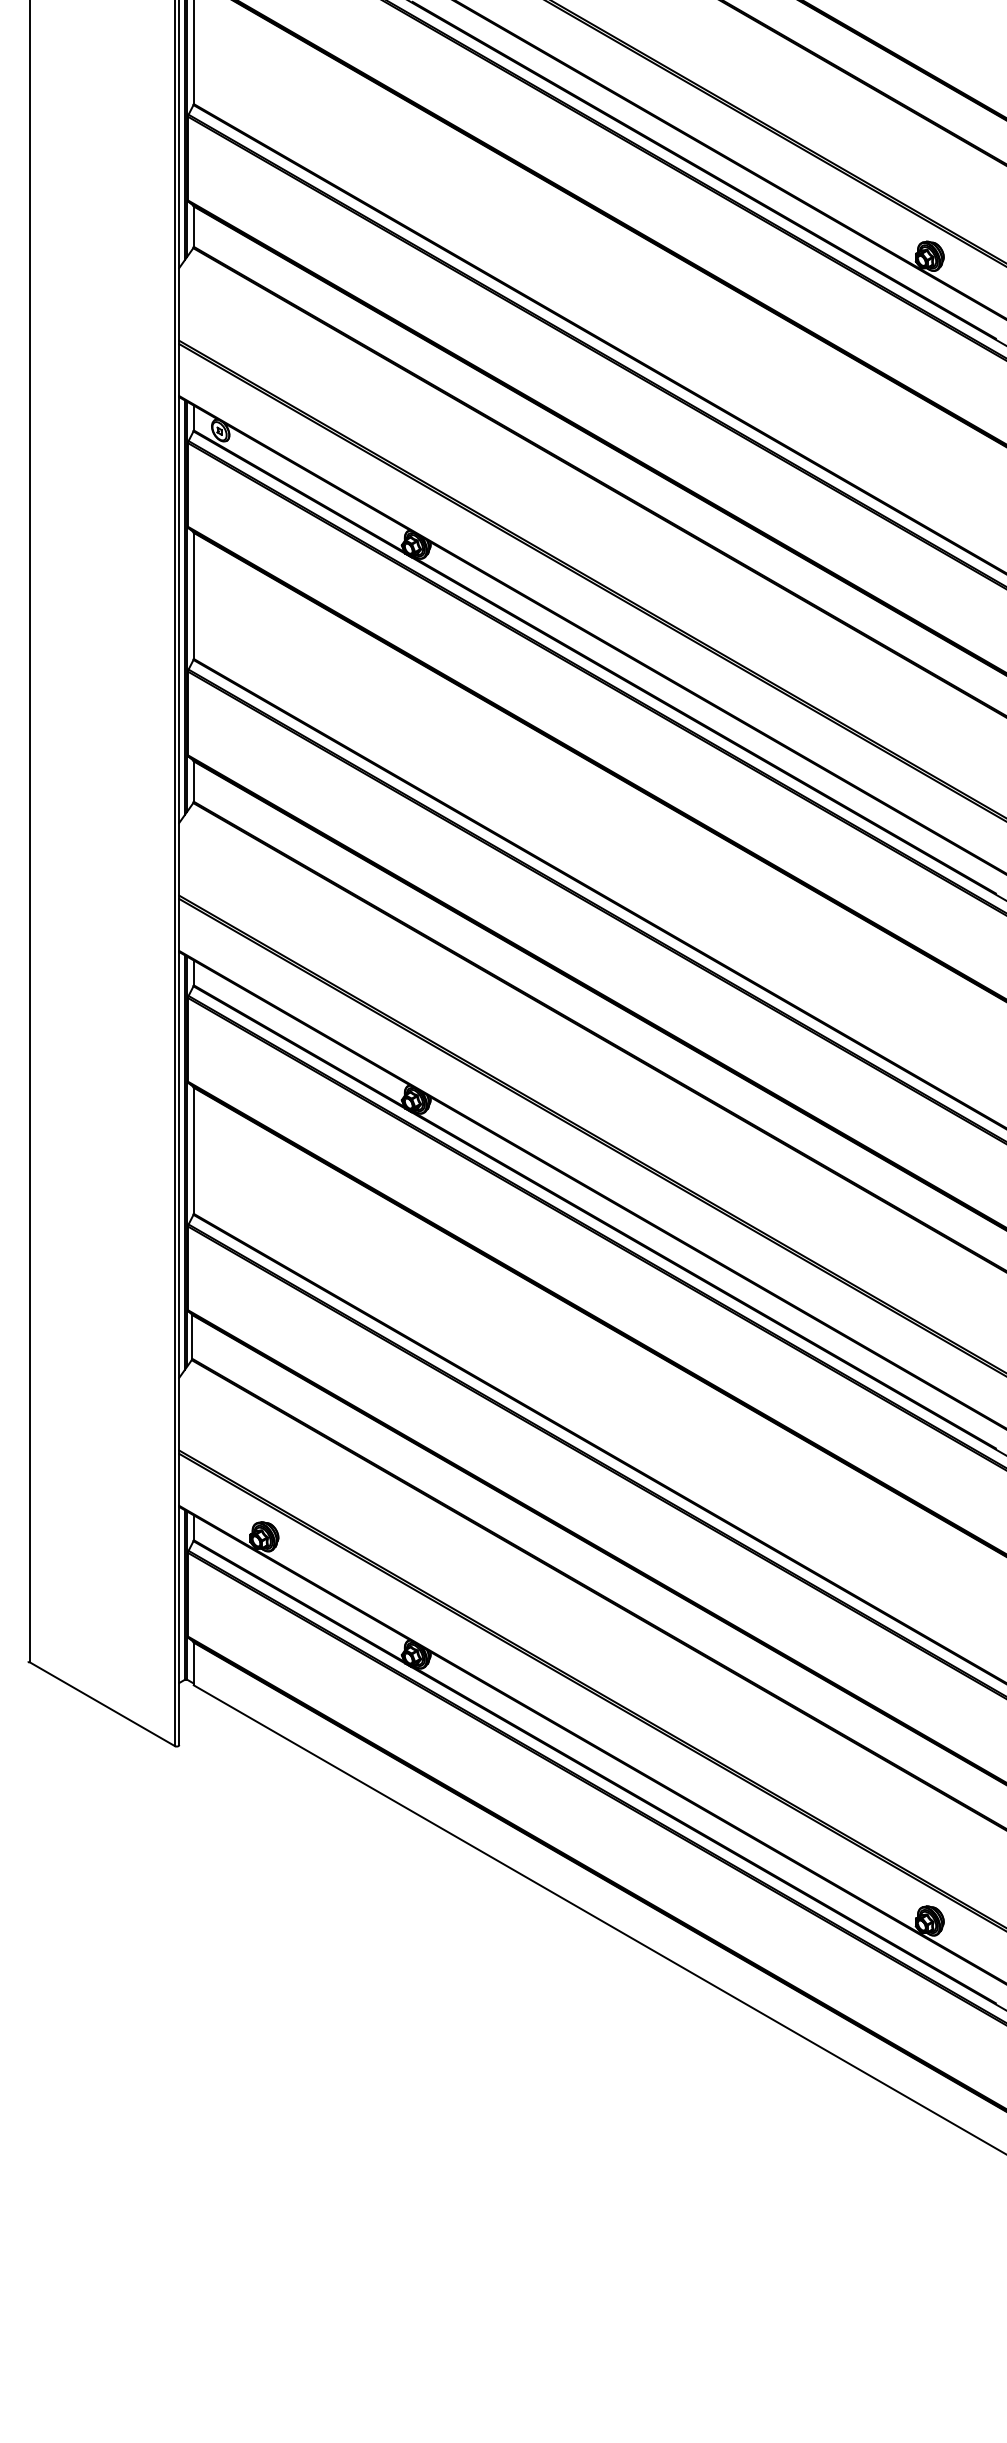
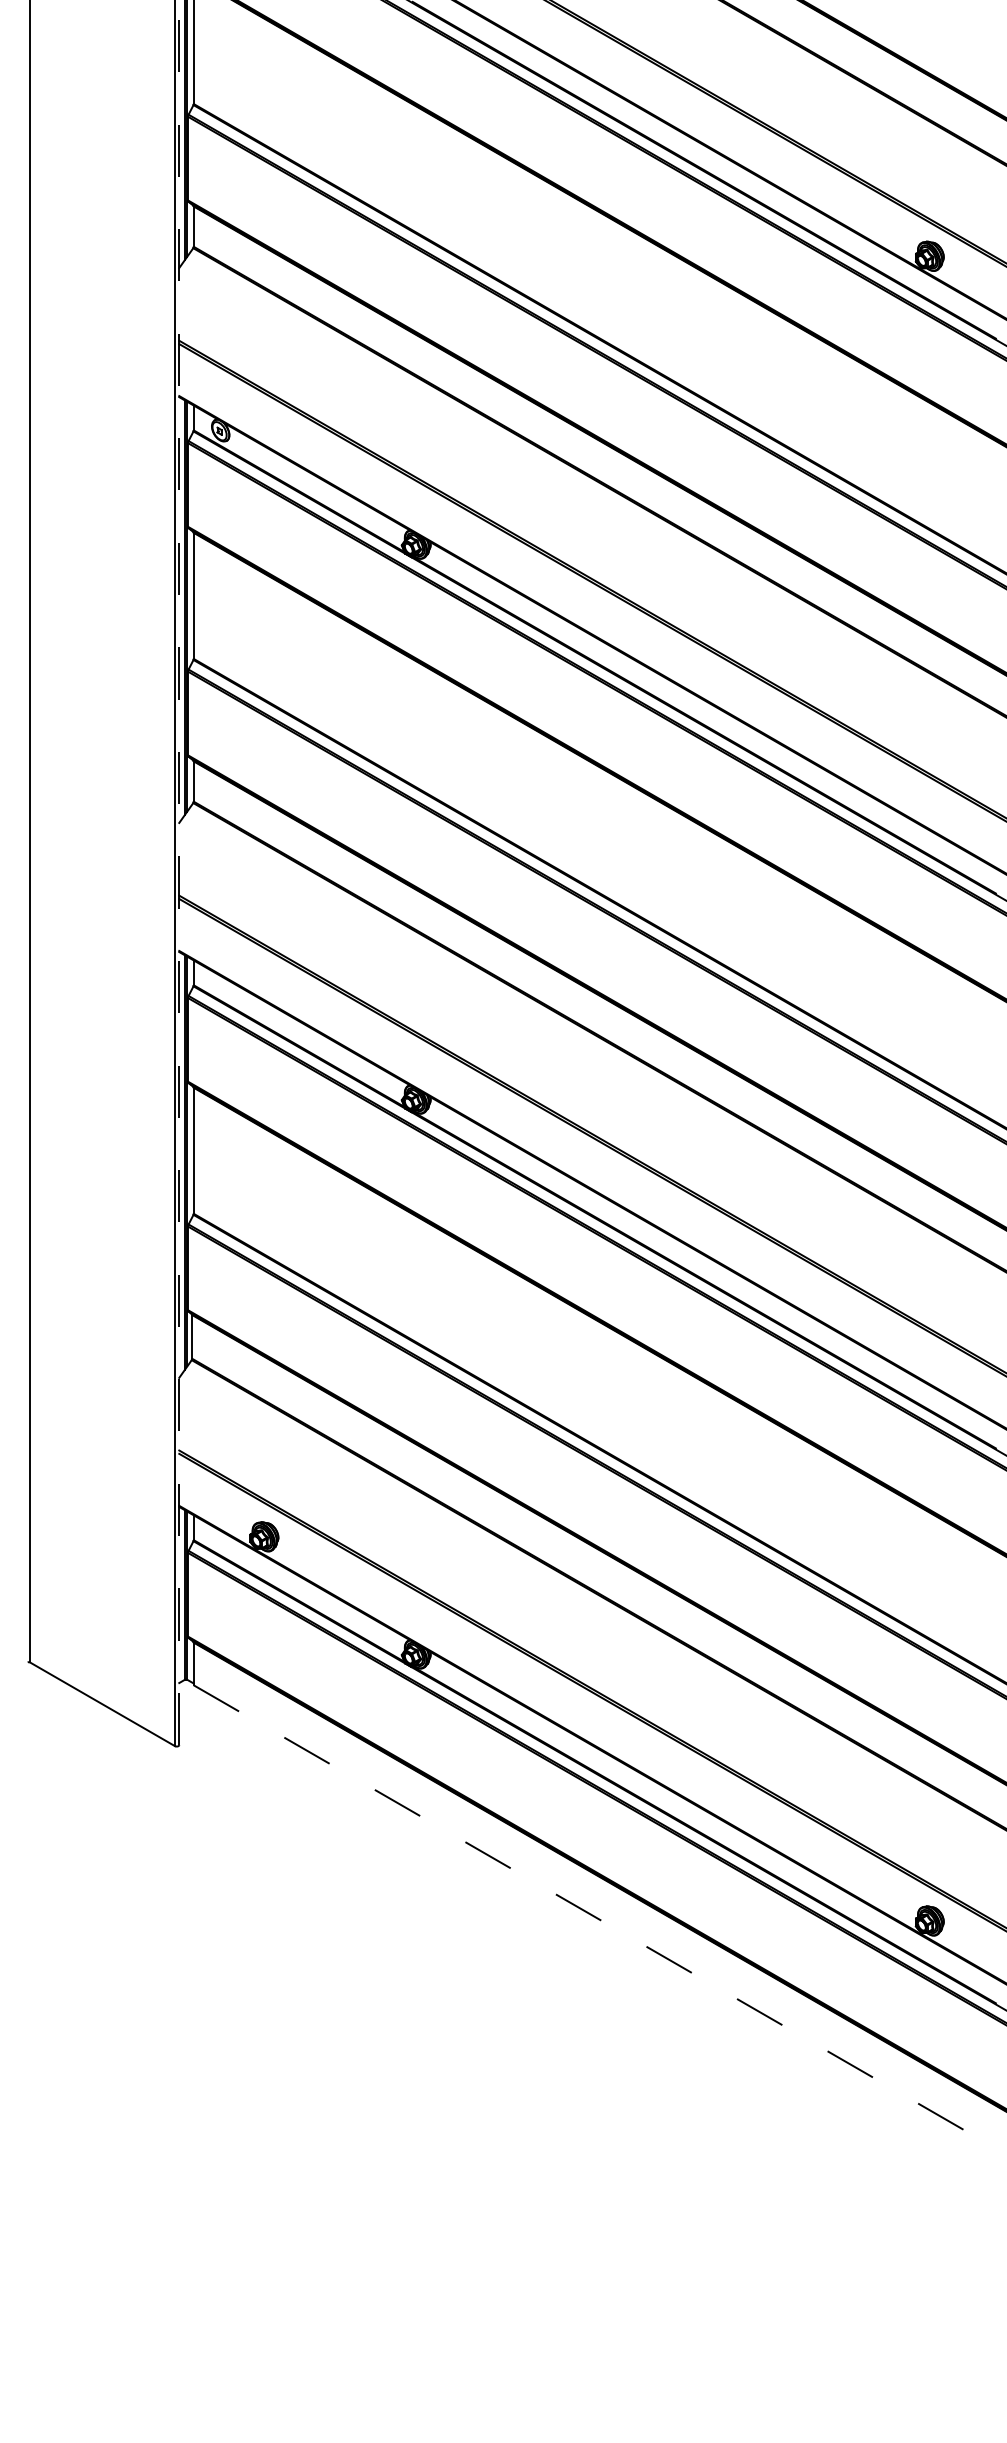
line at (179, 872): solid -> dashed
line at (600, 1920): solid -> dashed
